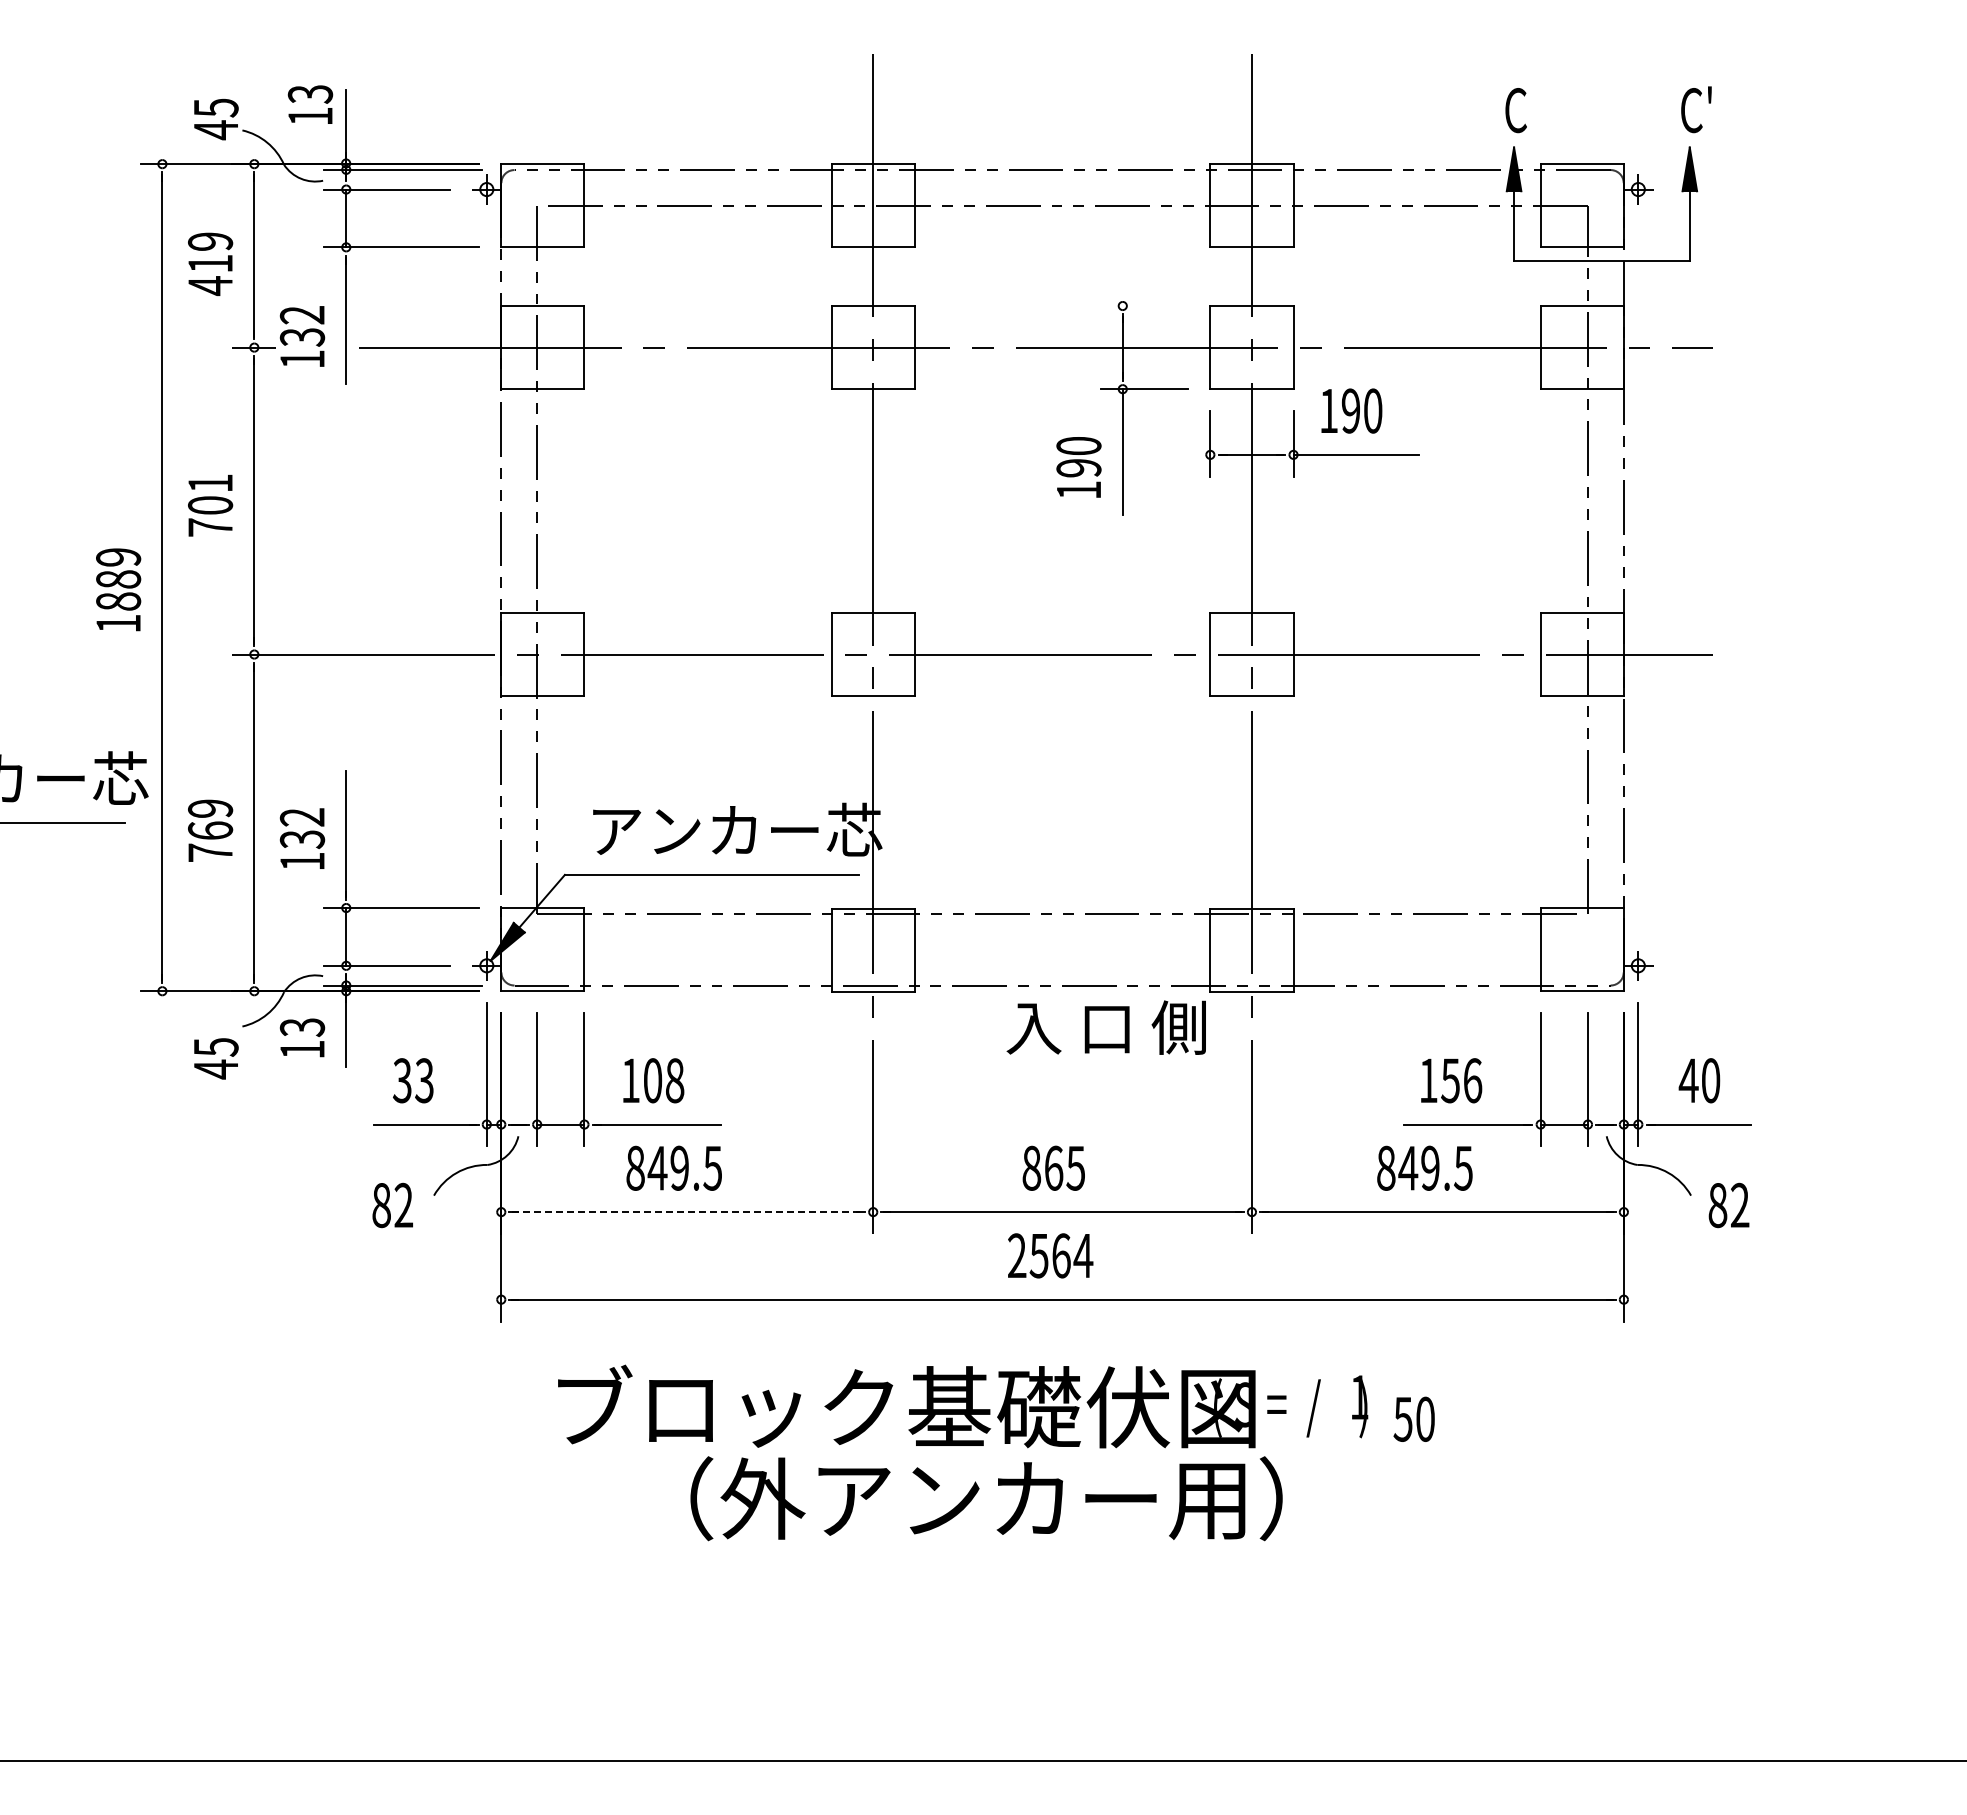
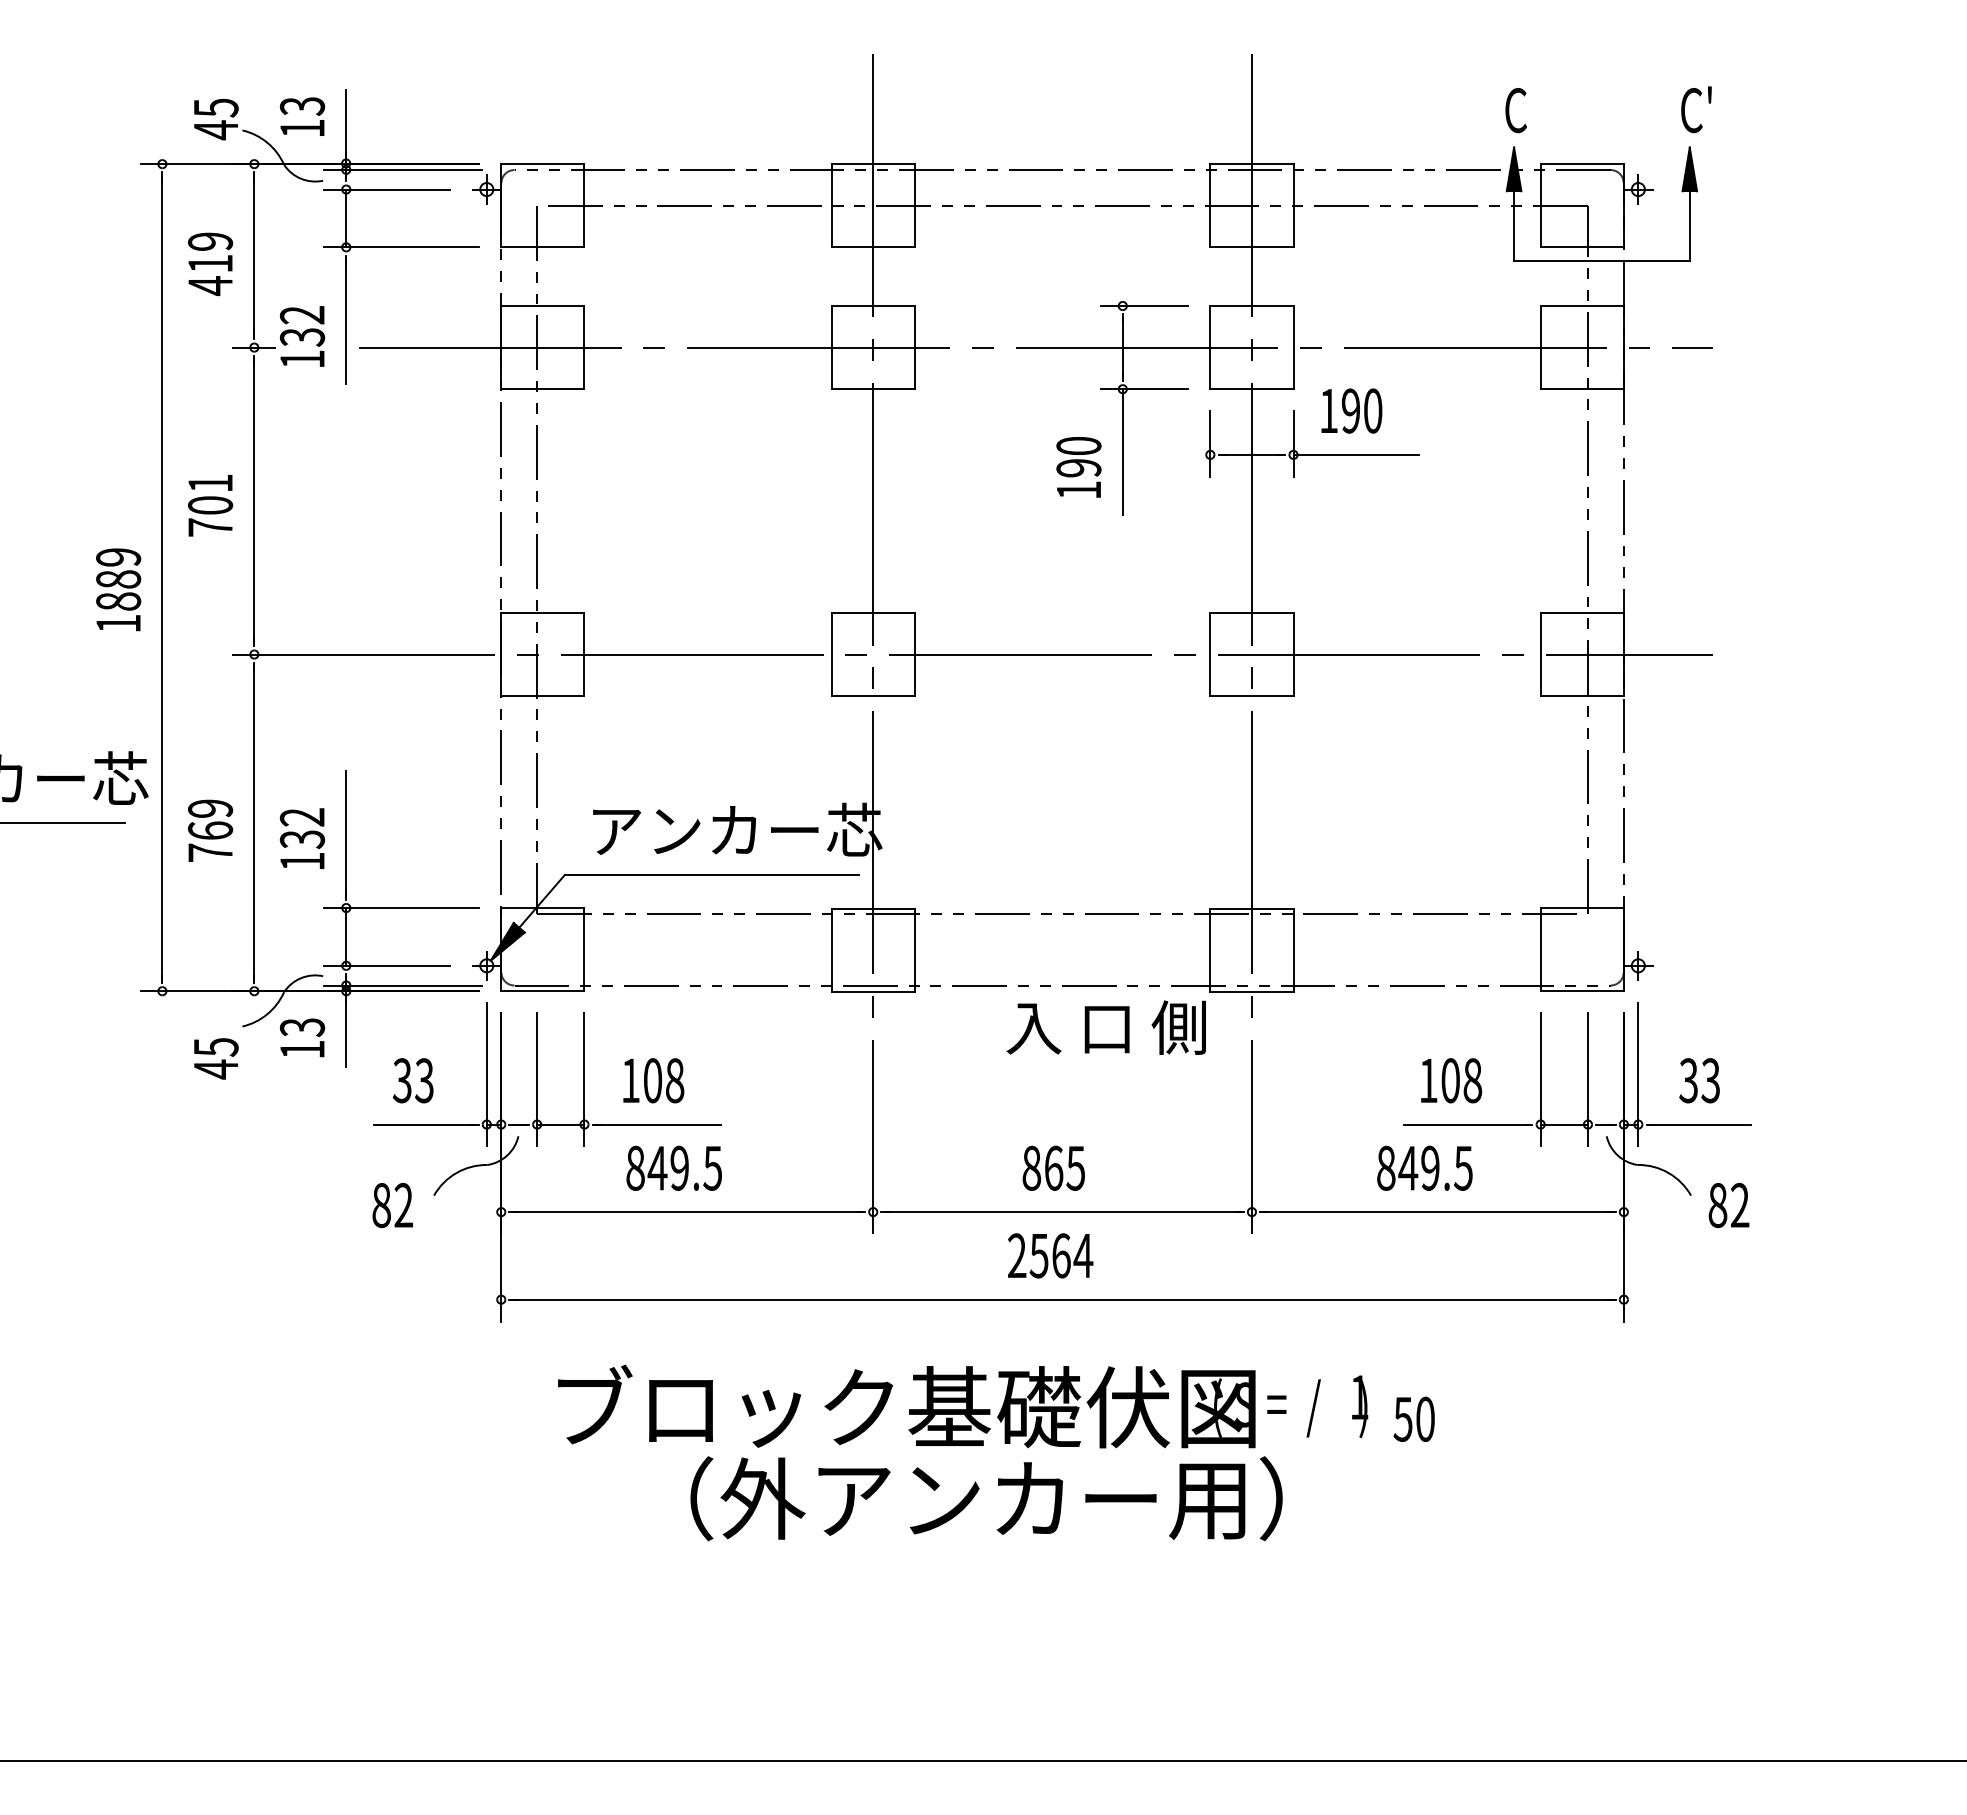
text at (310, 104) position: (310, 104) -> (302, 116)
line at (1144, 306): none -> present
text at (1461, 1080): 156 -> 108
text at (1699, 1080): 40 -> 33
line at (687, 1212): dashed -> solid
